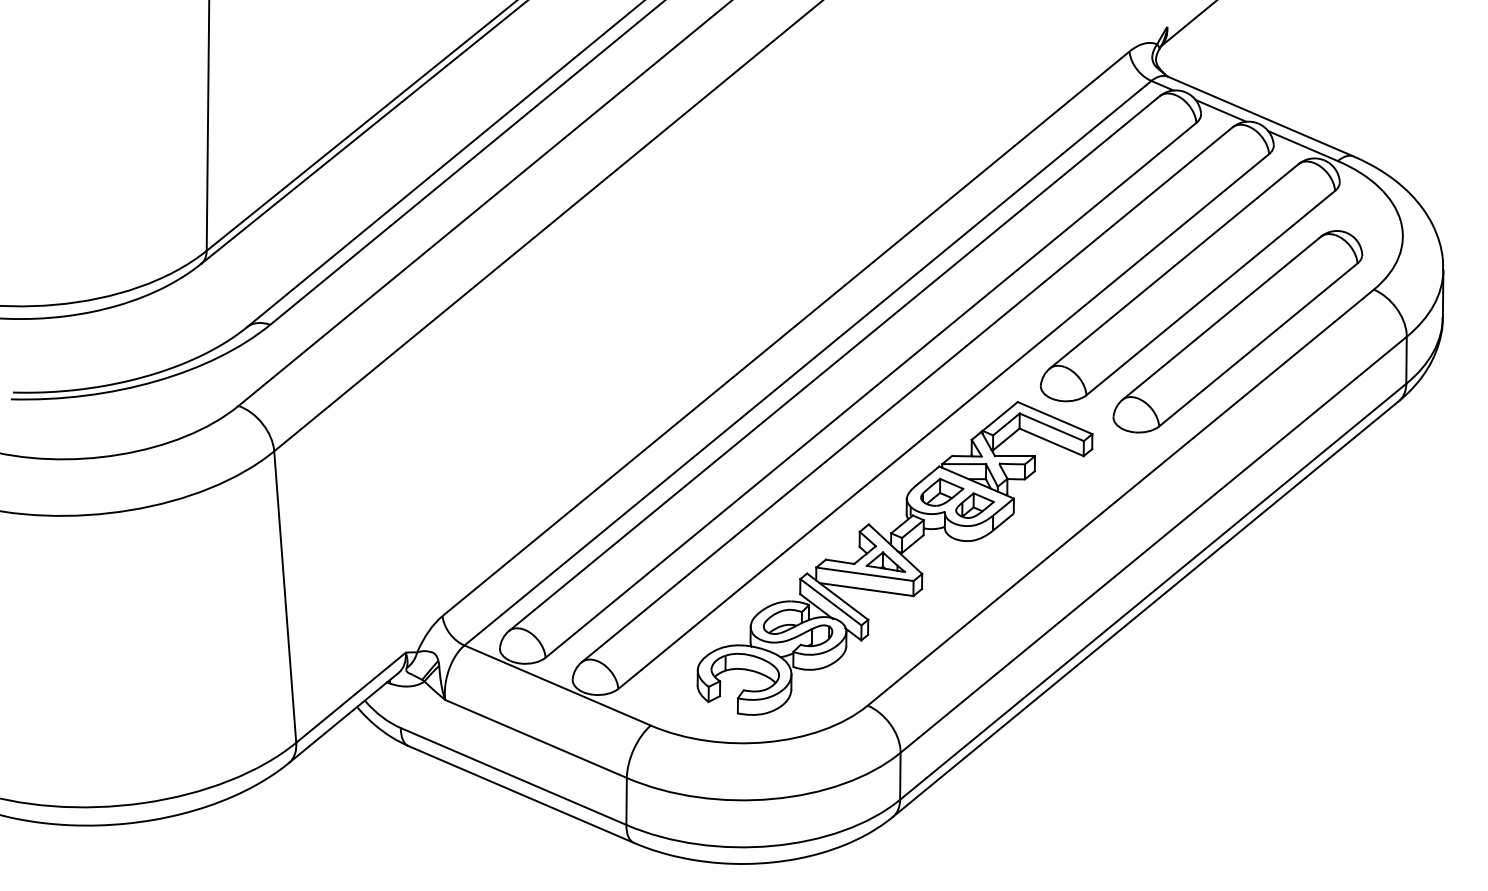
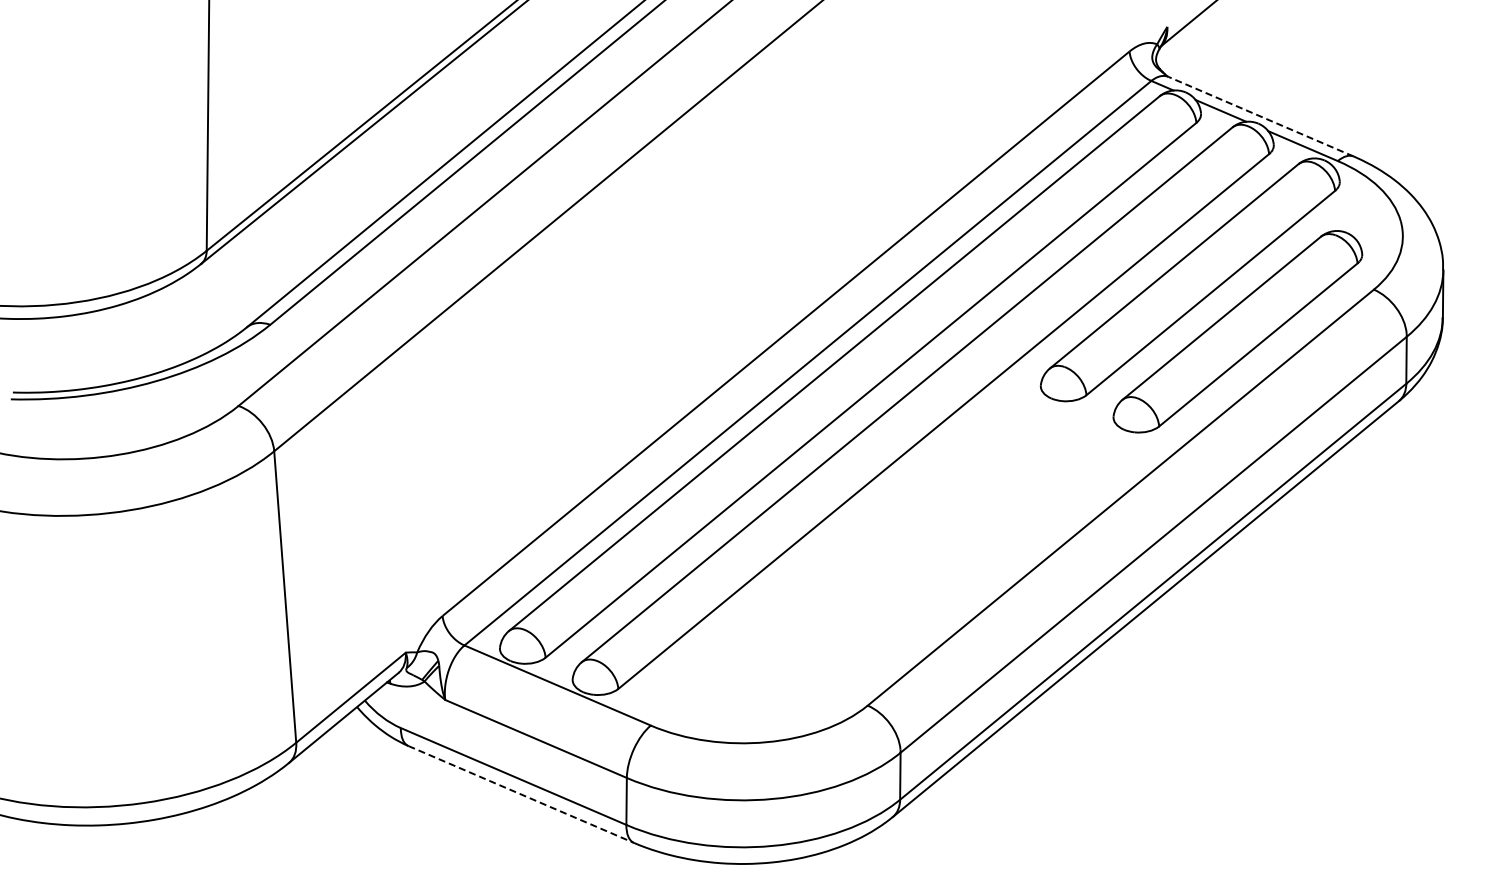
line at (1261, 116): solid -> dashed
part at (894, 558): present -> none
line at (521, 794): solid -> dashed
